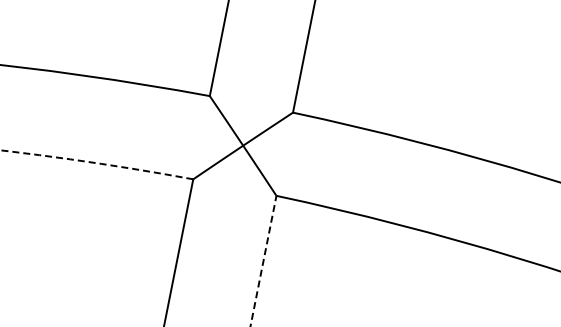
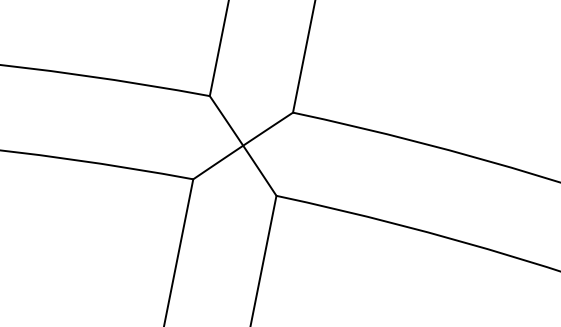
arc at (96, 163): dashed -> solid
line at (263, 260): dashed -> solid
